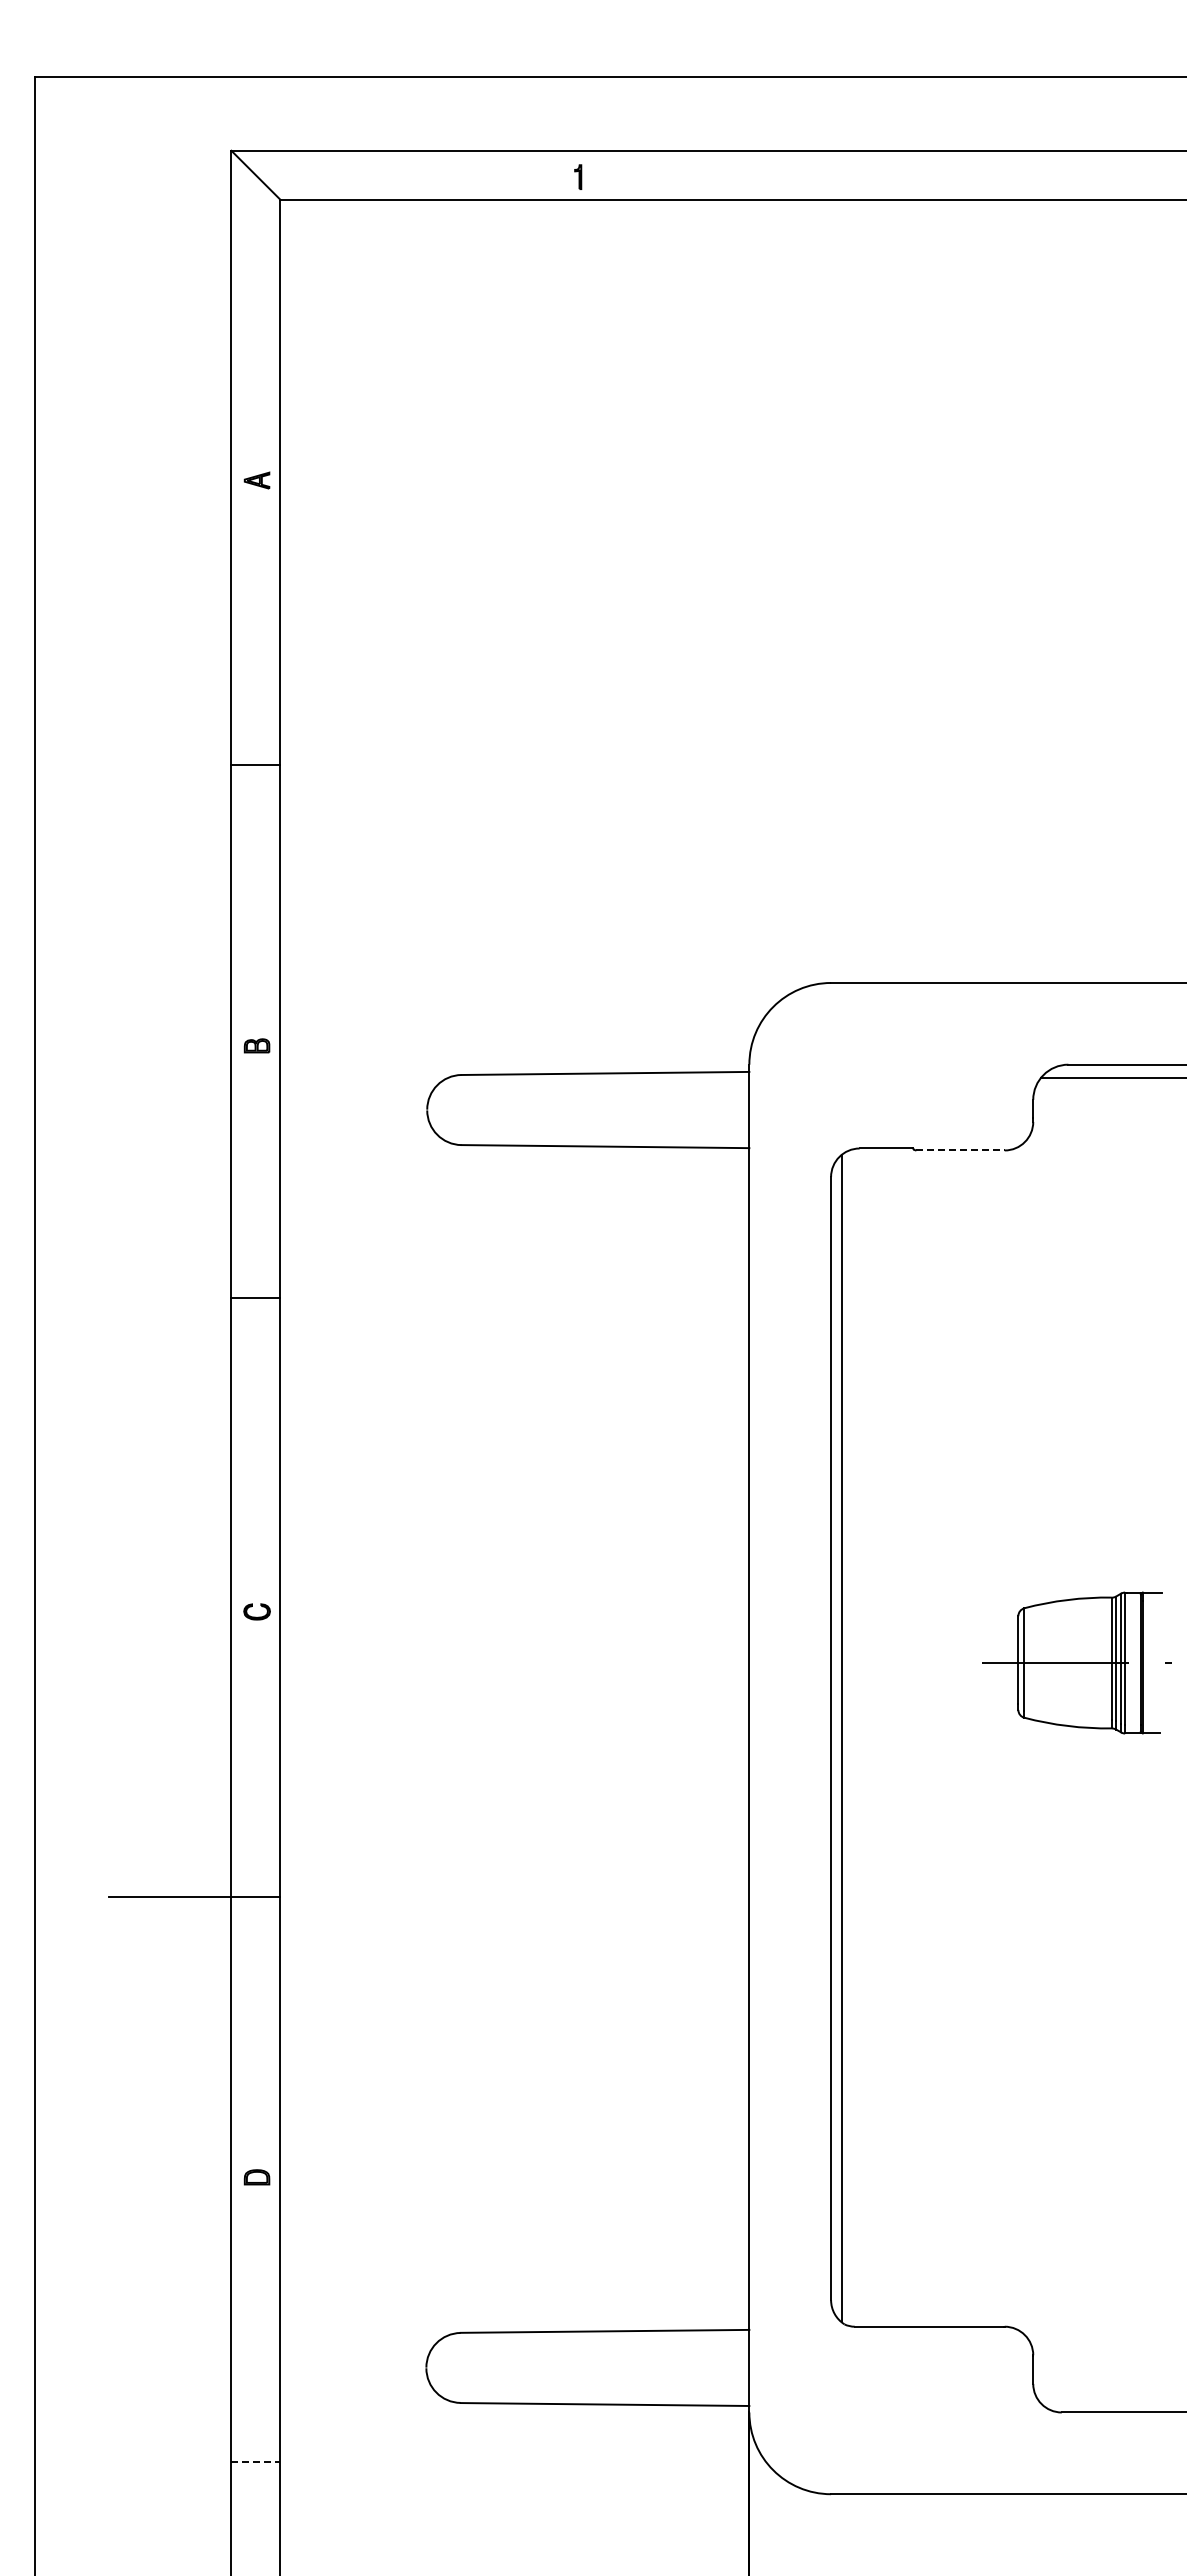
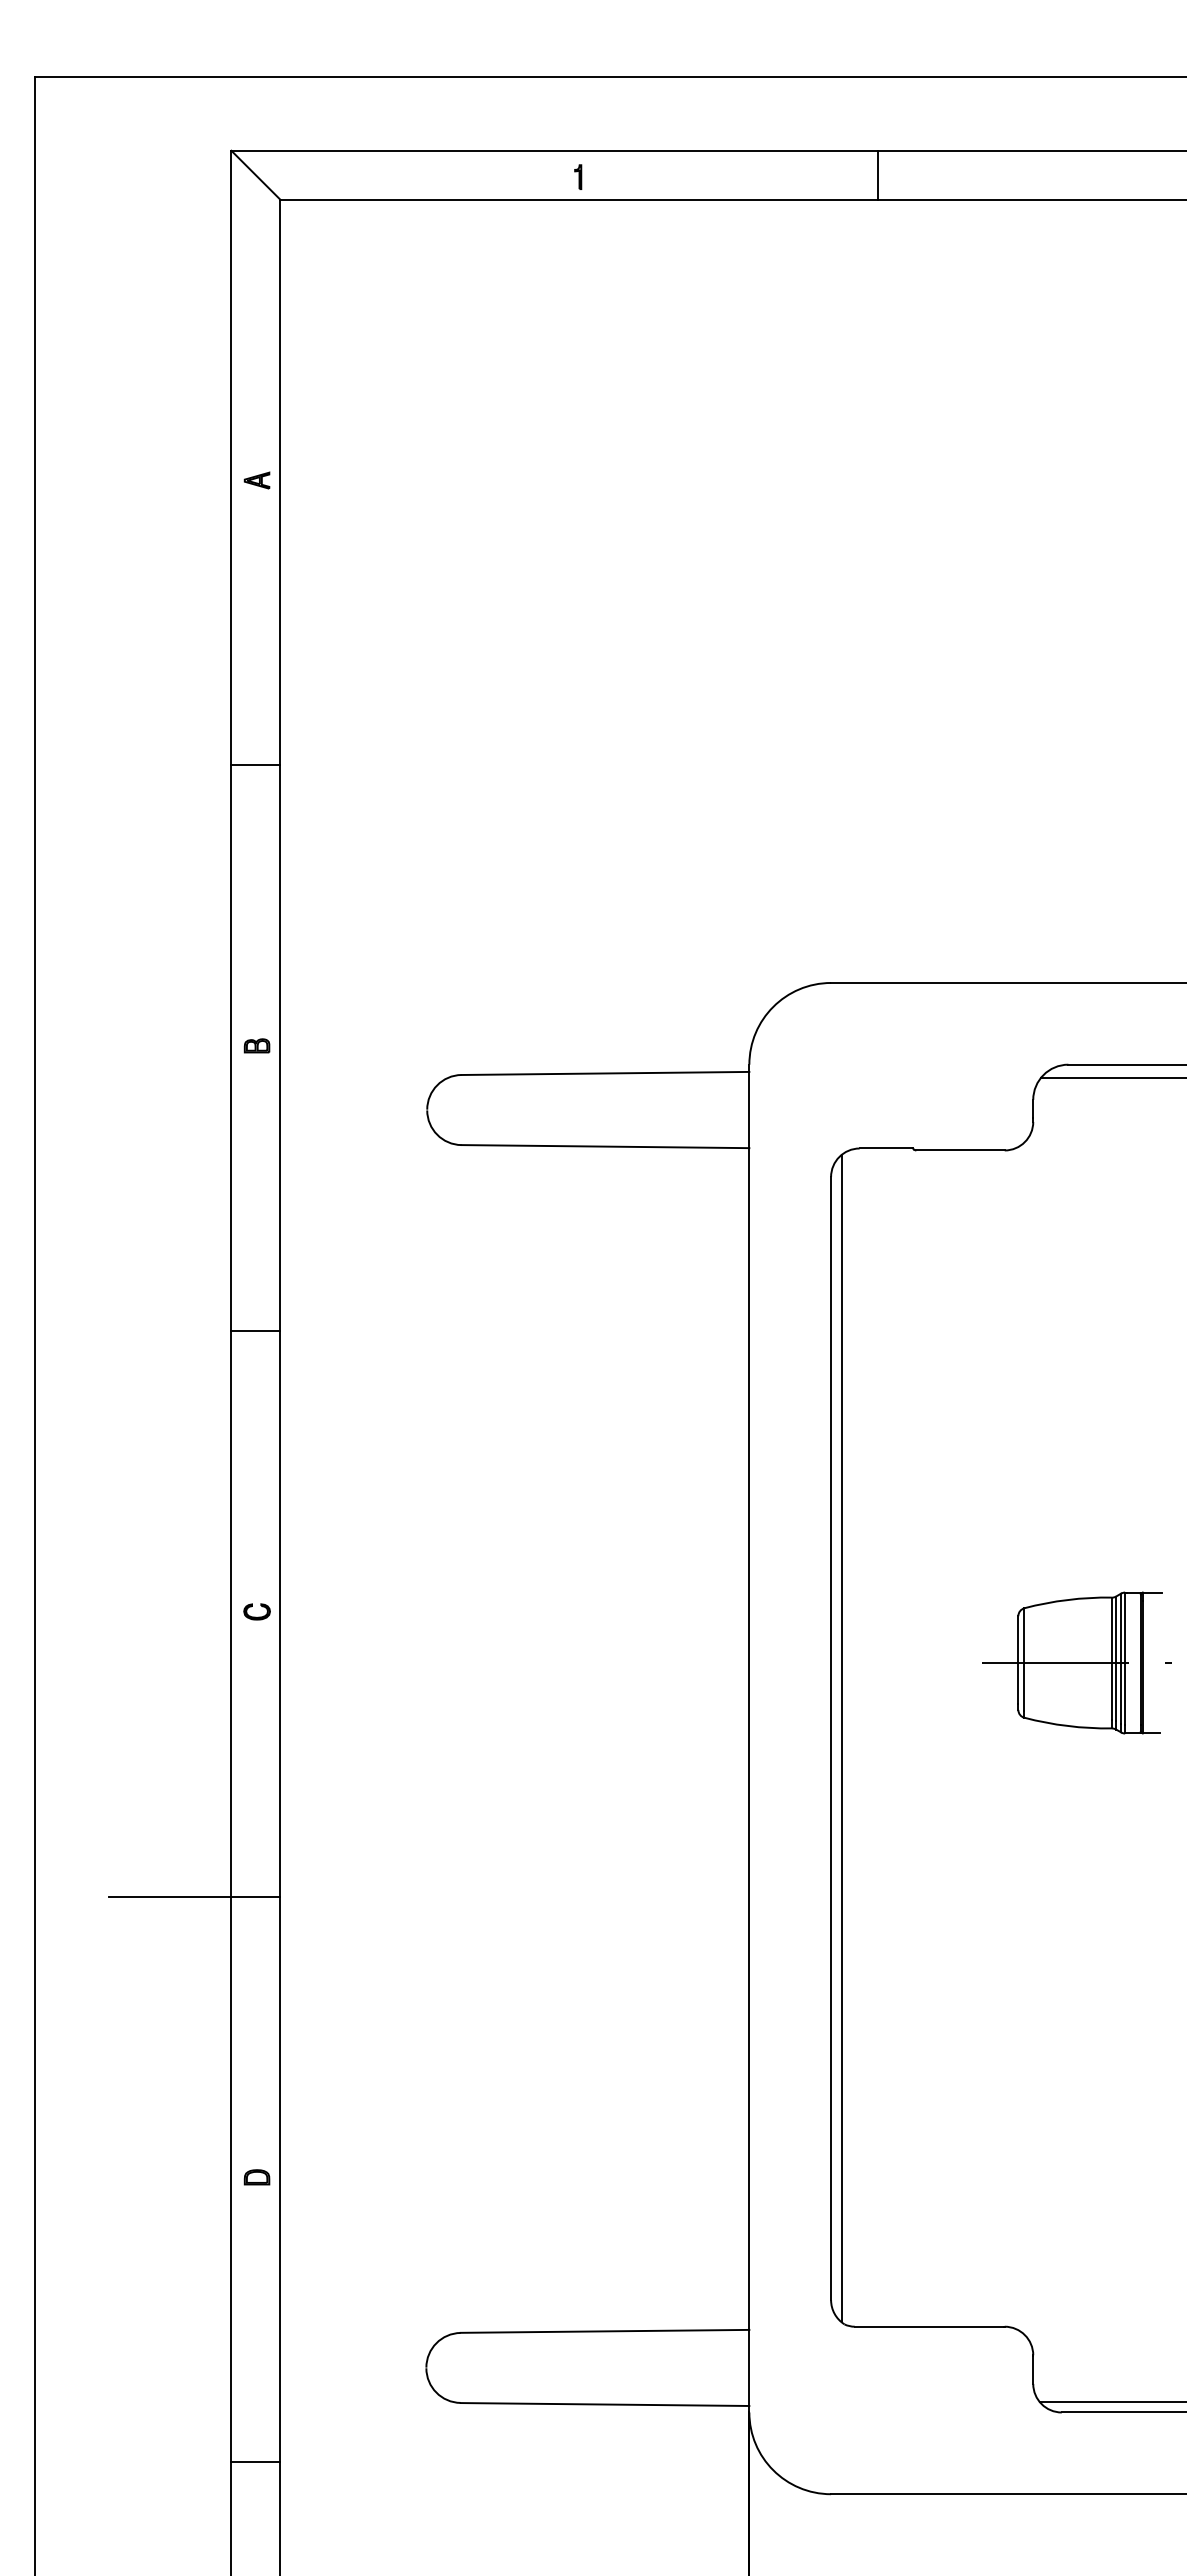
line at (877, 174): none -> present
line at (961, 1150): dashed -> solid
line at (255, 1298) position: (255, 1298) -> (255, 1331)
line at (1111, 2401): none -> present
line at (255, 2462): dashed -> solid
